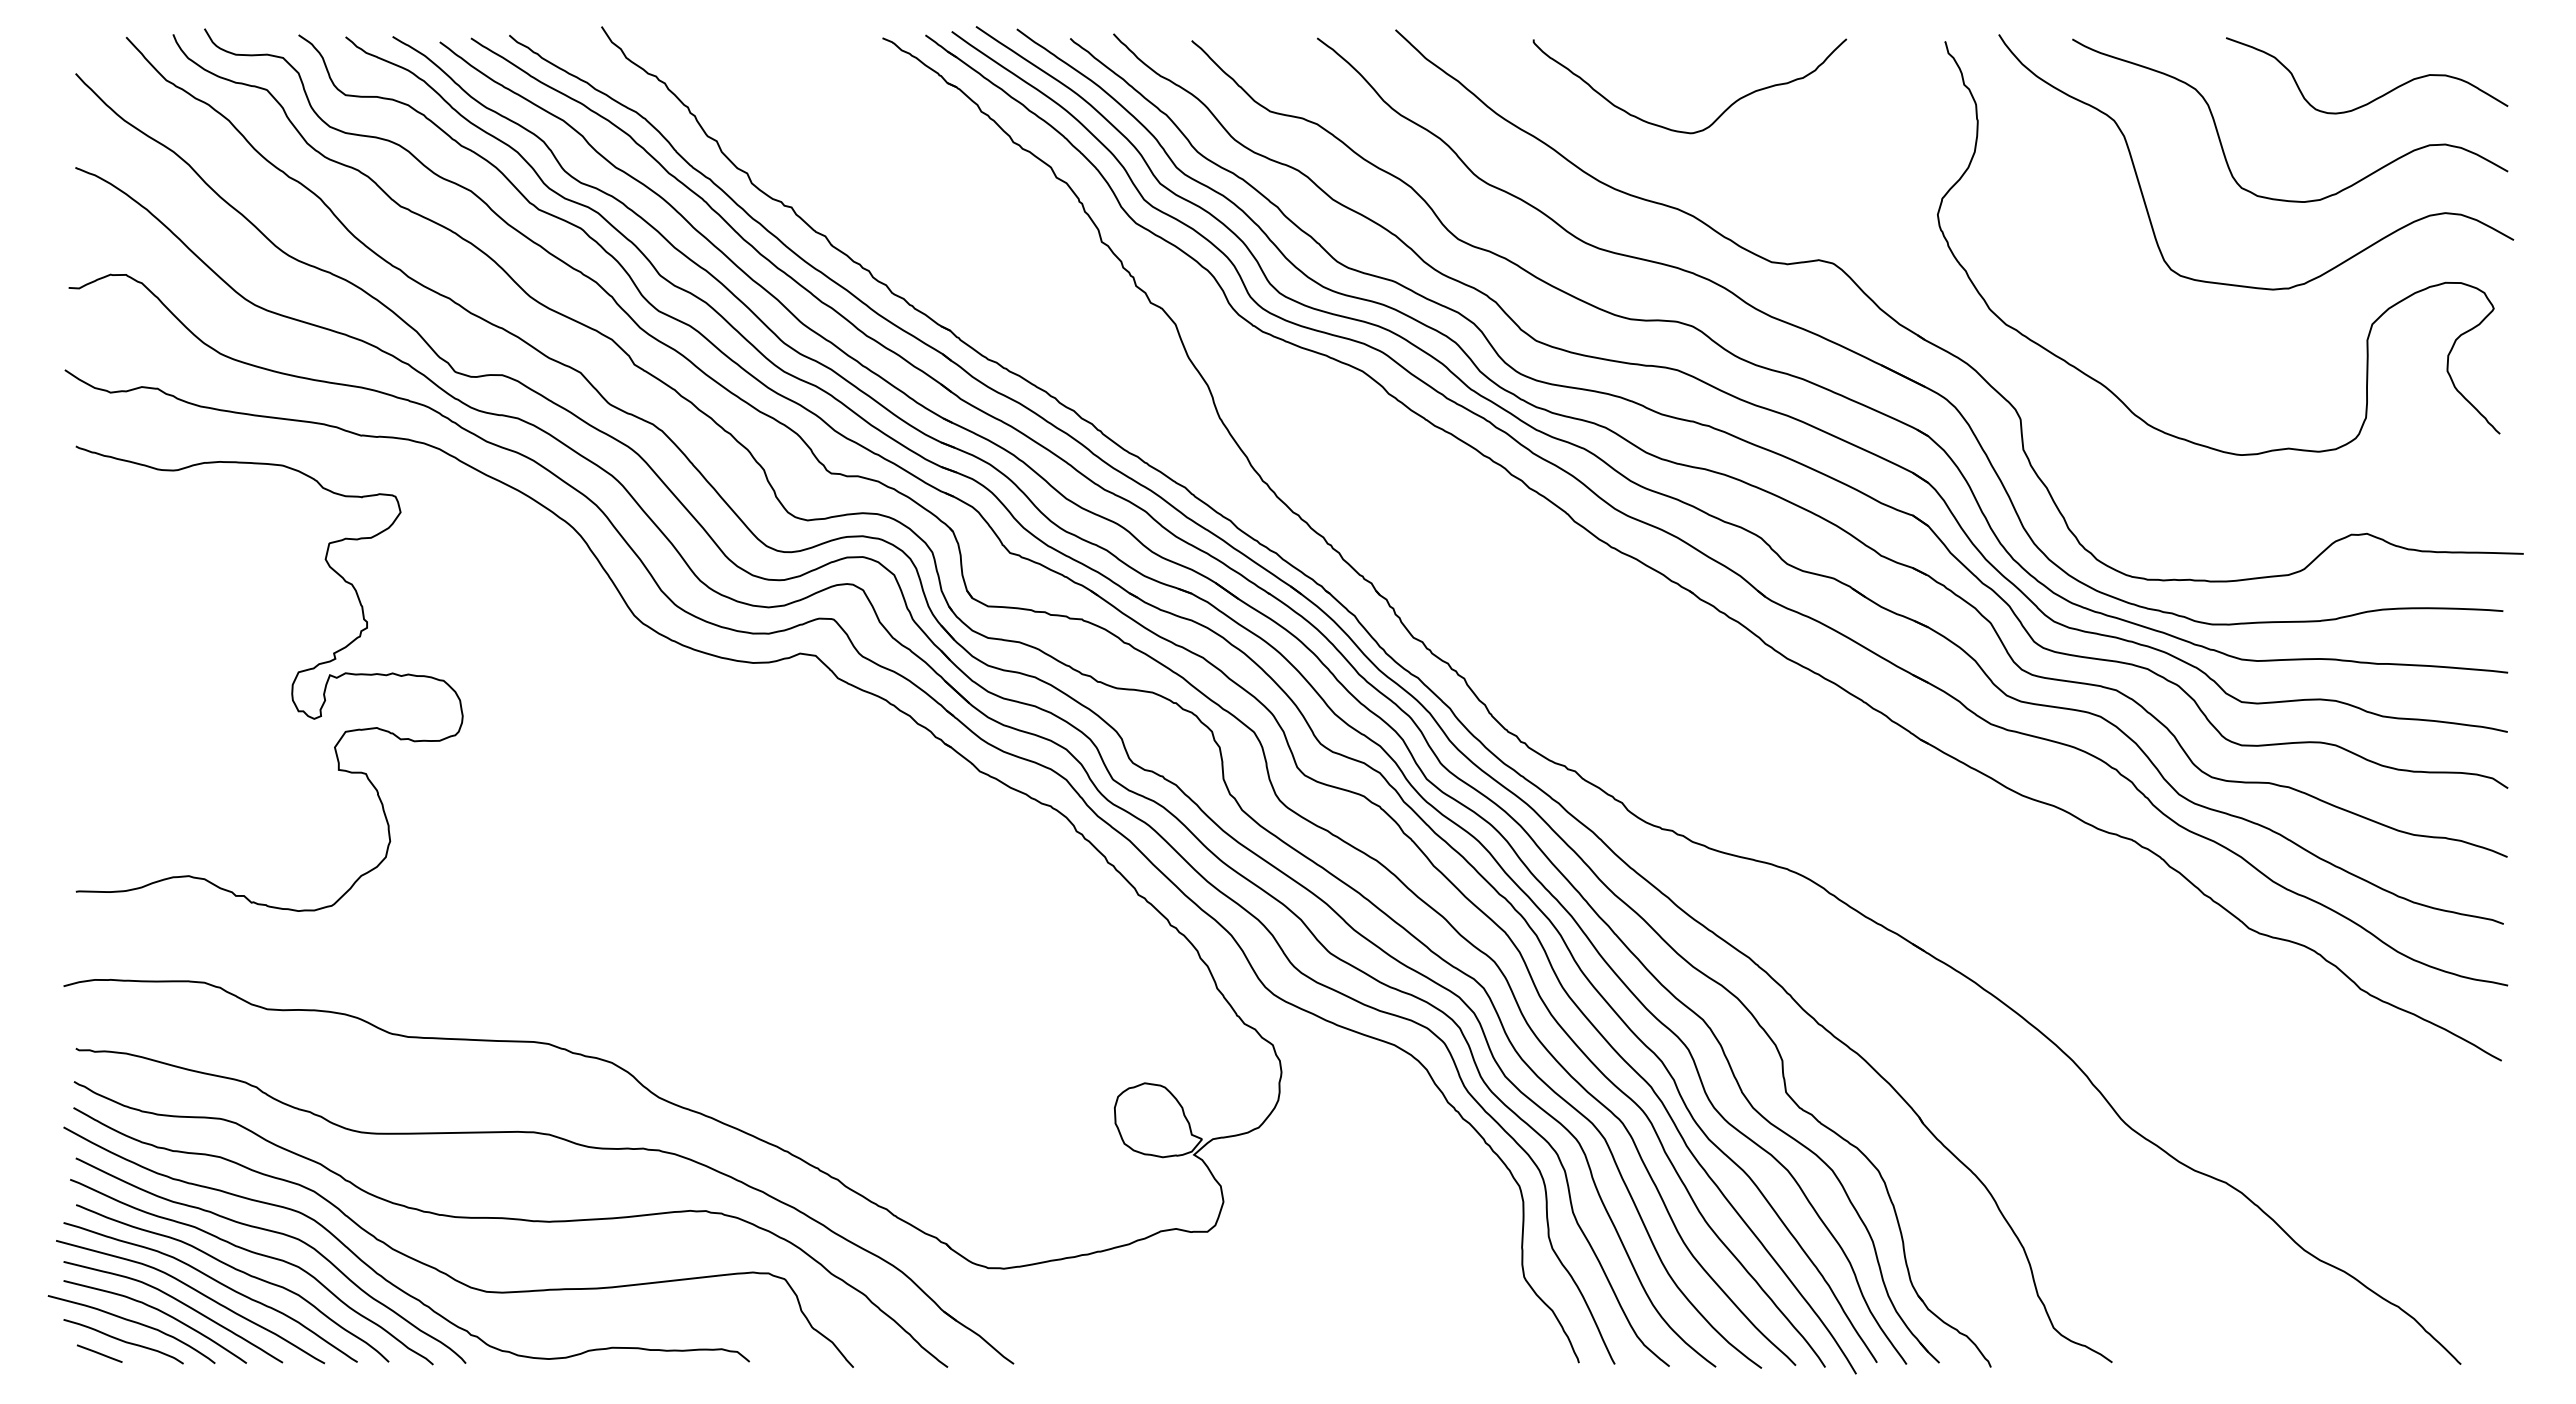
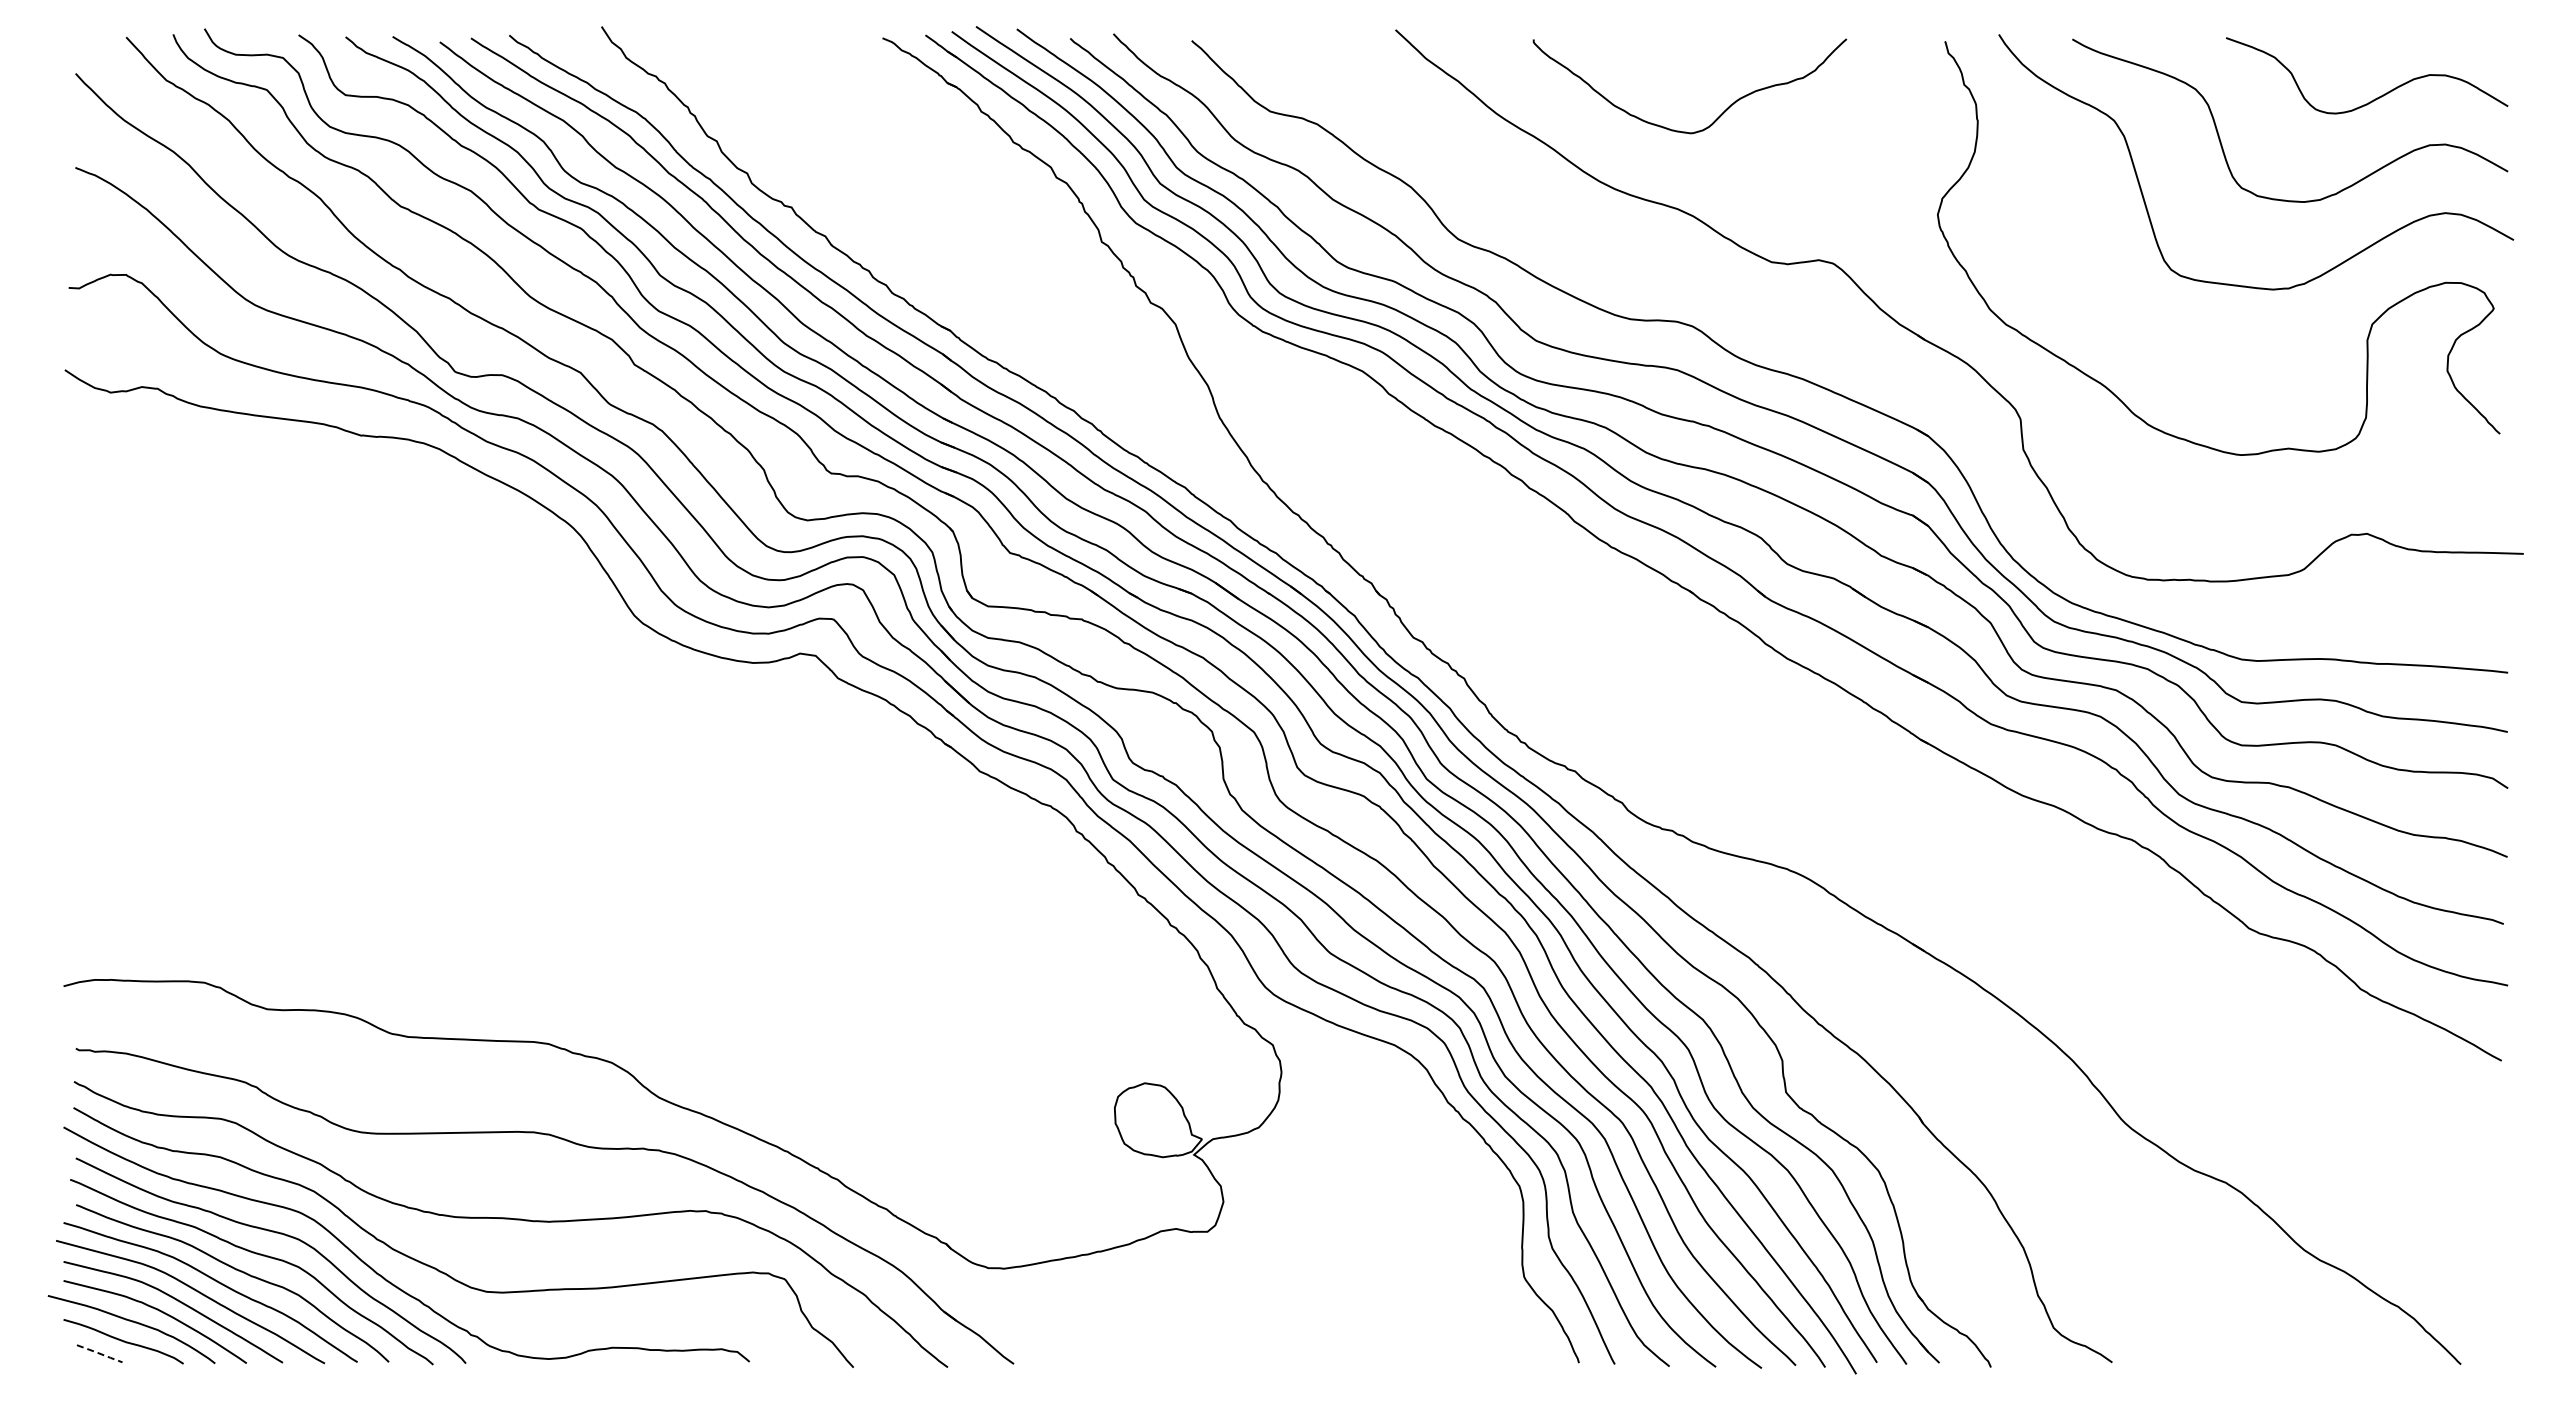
part at (1892, 369): present -> none
curve at (291, 684): present -> none
line at (99, 1353): solid -> dashed
